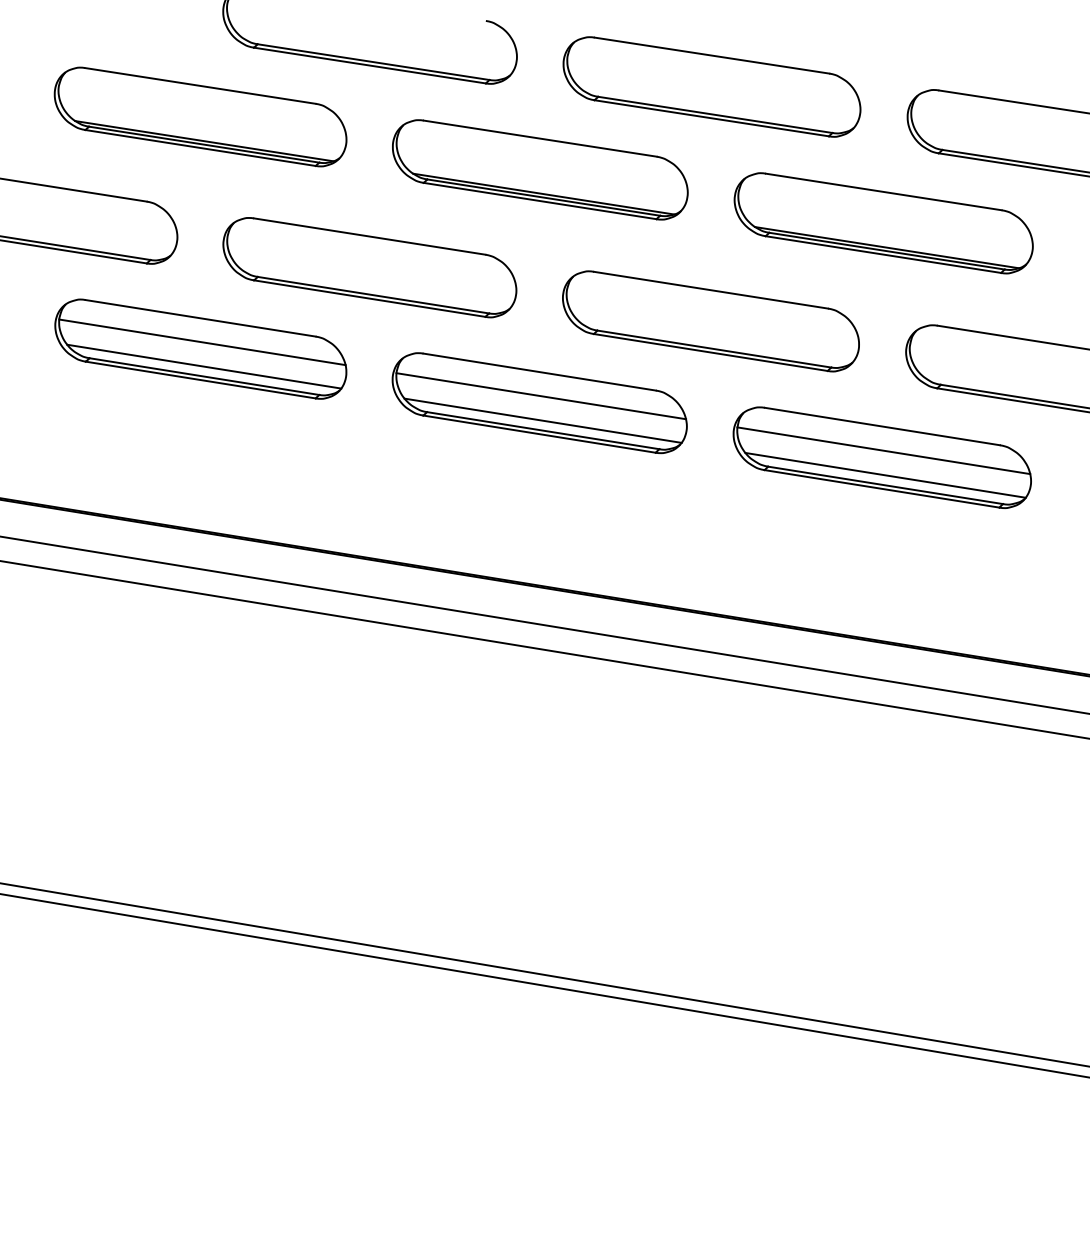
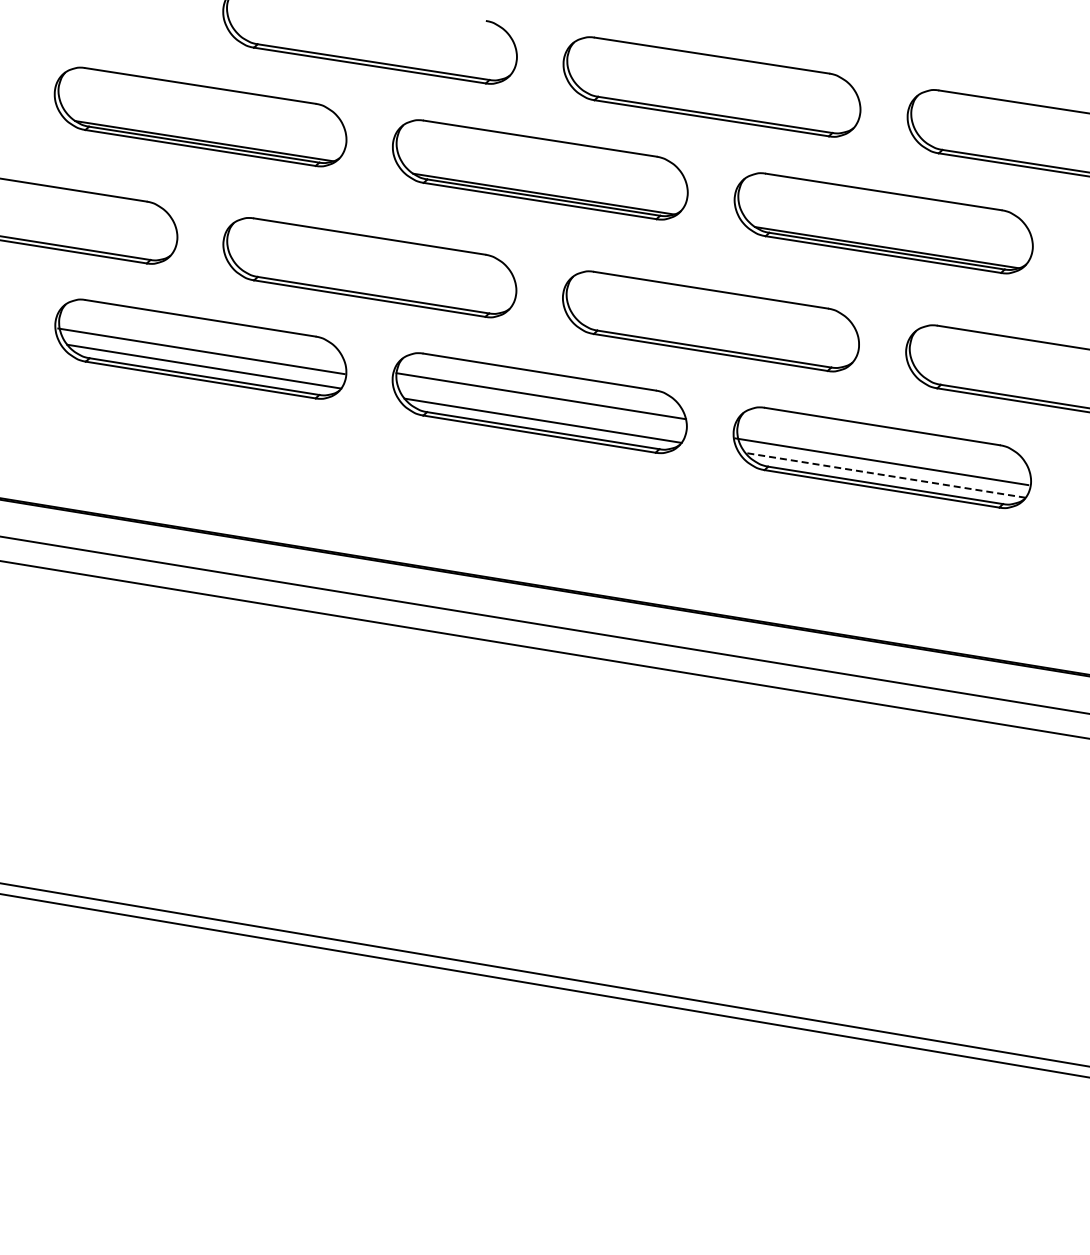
line at (202, 342) position: (202, 342) -> (201, 351)
line at (883, 450) position: (883, 450) -> (881, 461)
line at (885, 475): solid -> dashed
